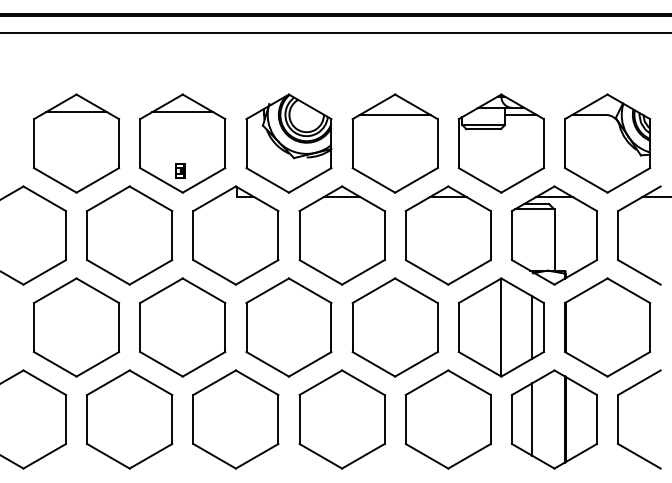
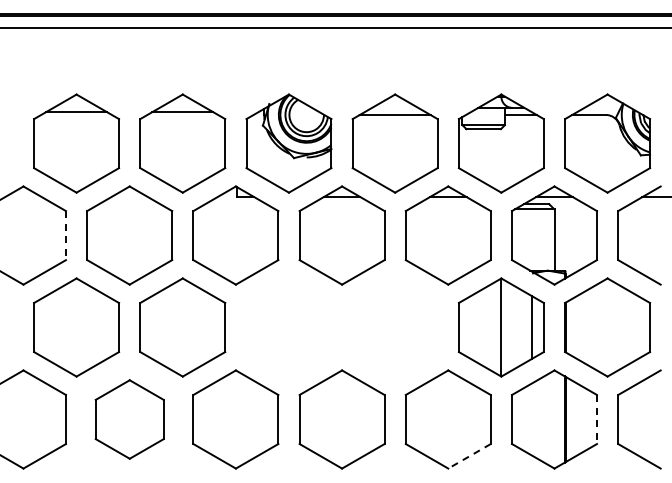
line at (335, 32) position: (335, 32) -> (335, 27)
part at (180, 170): present -> none
line at (65, 235): solid -> dashed
part at (288, 327): present -> none
part at (394, 327): present -> none
part at (129, 419) size: 88x101 px -> 71x81 px
line at (532, 419): present -> none
line at (596, 419): solid -> dashed
line at (469, 456): solid -> dashed
